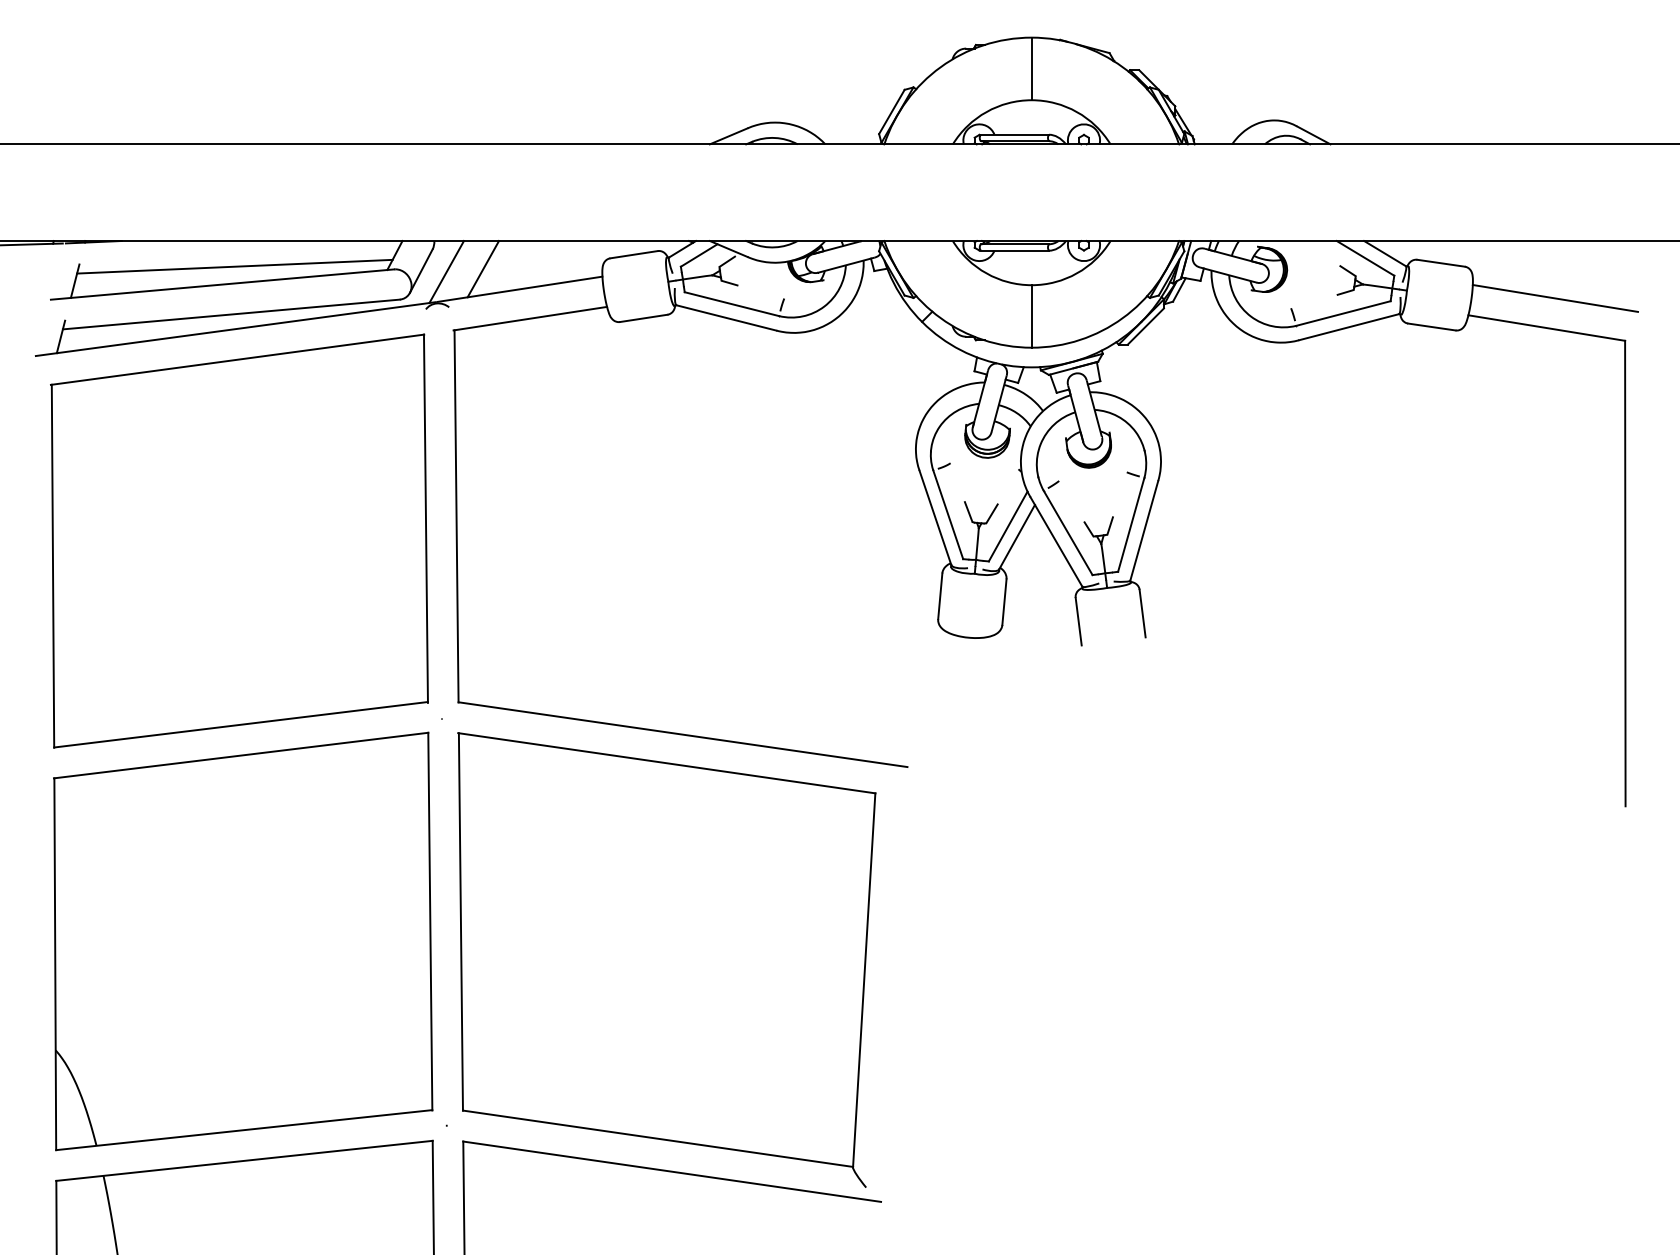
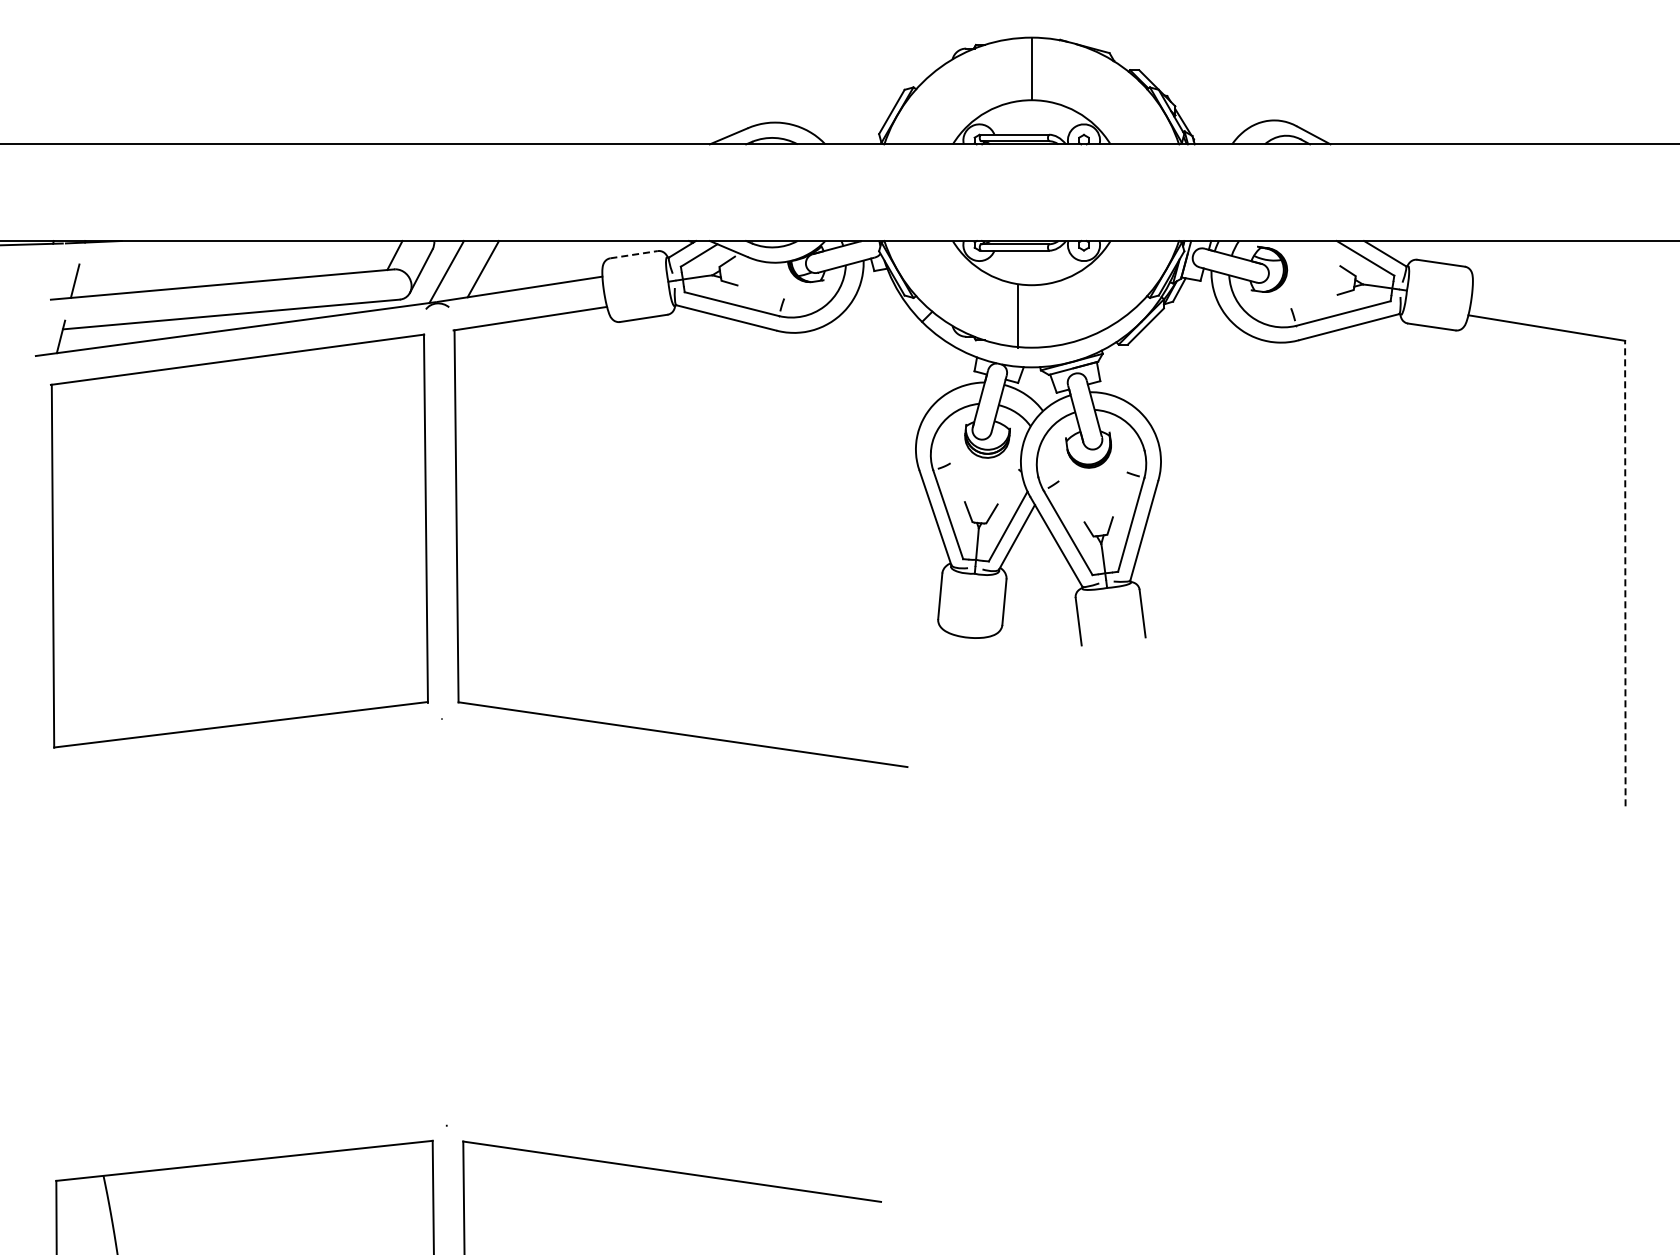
line at (634, 254): solid -> dashed
line at (234, 266): present -> none
line at (1555, 297): present -> none
line at (1031, 316) position: (1031, 316) -> (1017, 316)
line at (1625, 573): solid -> dashed
part at (243, 941): present -> none
part at (666, 959): present -> none
